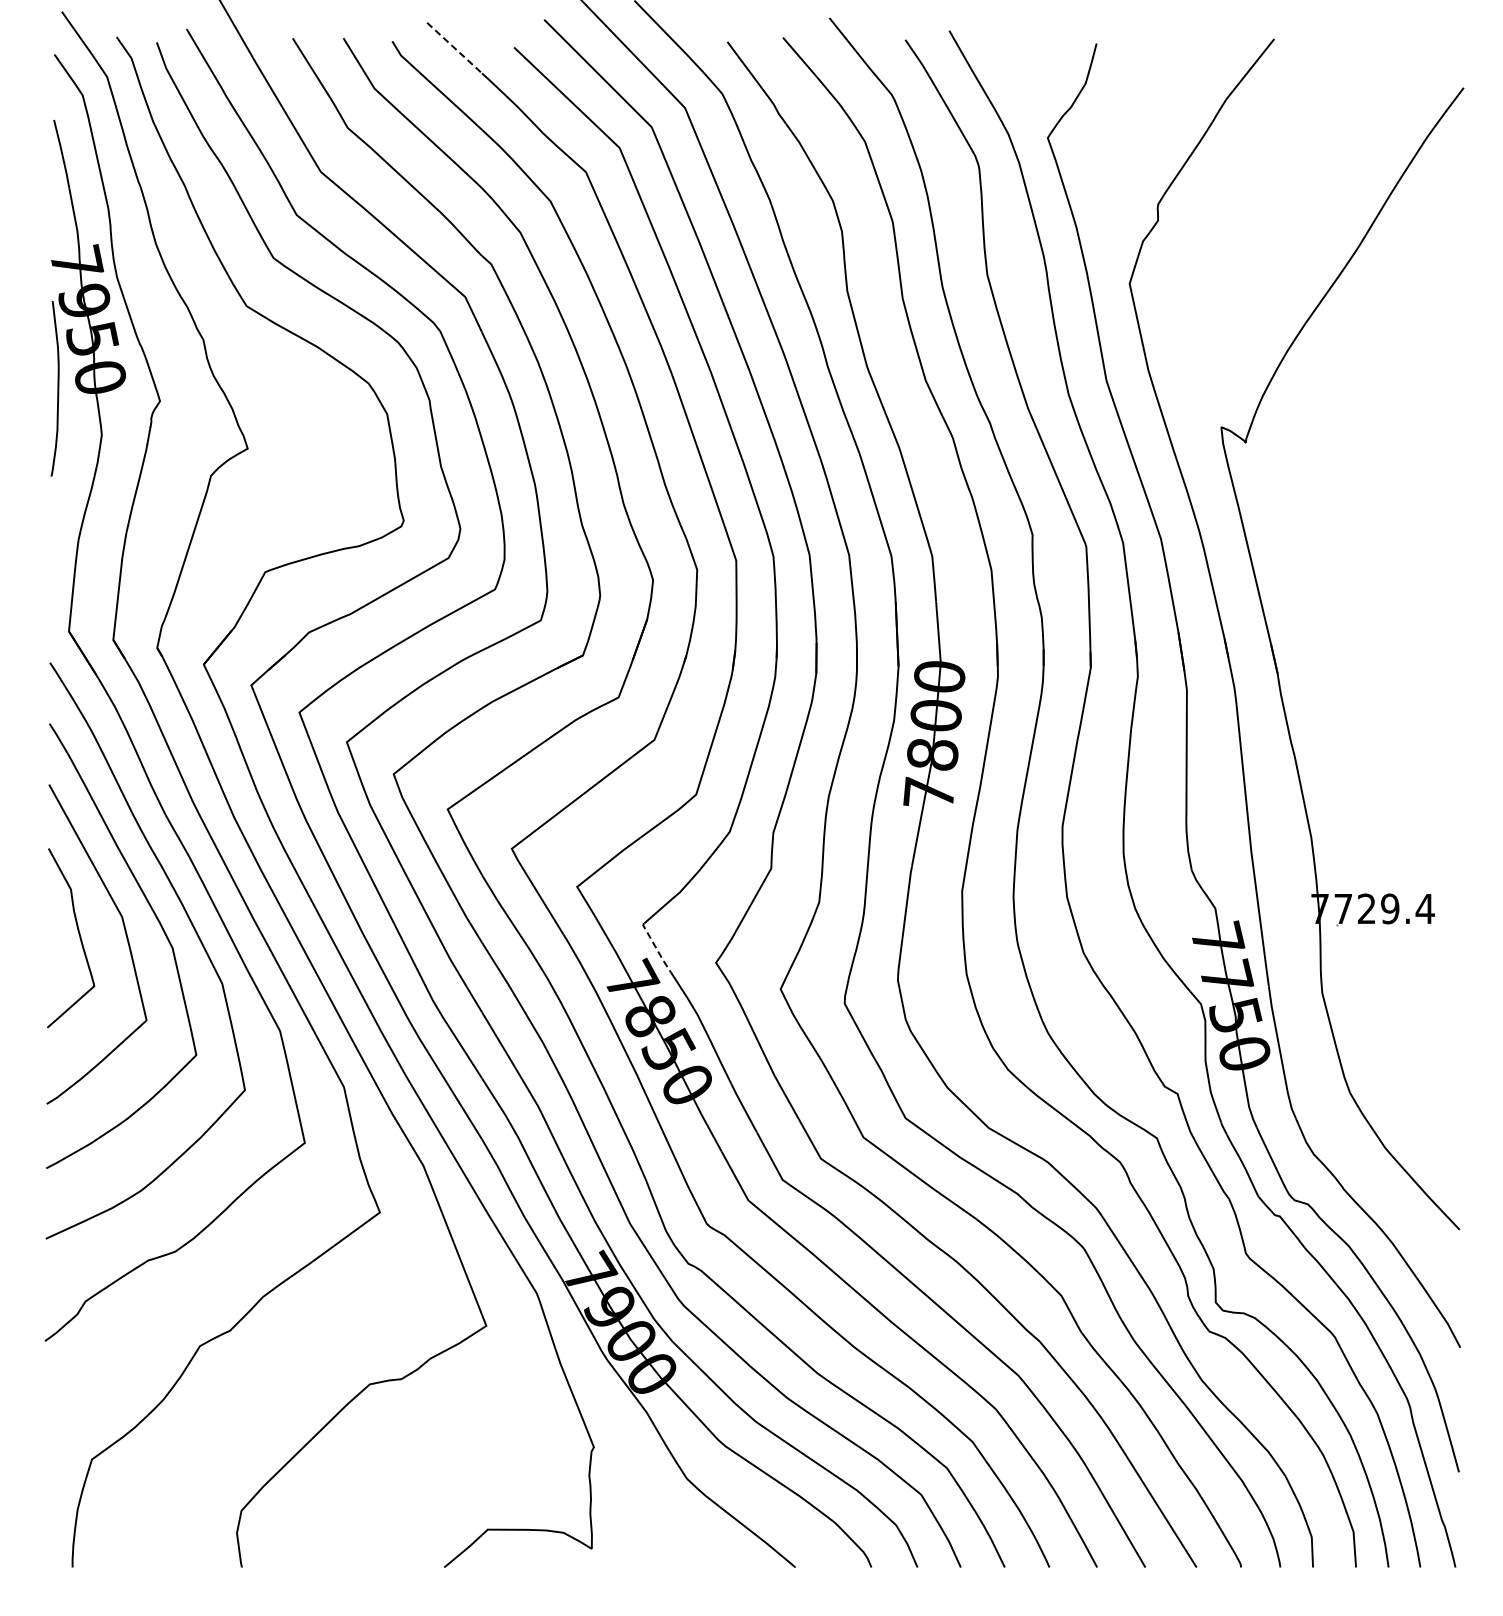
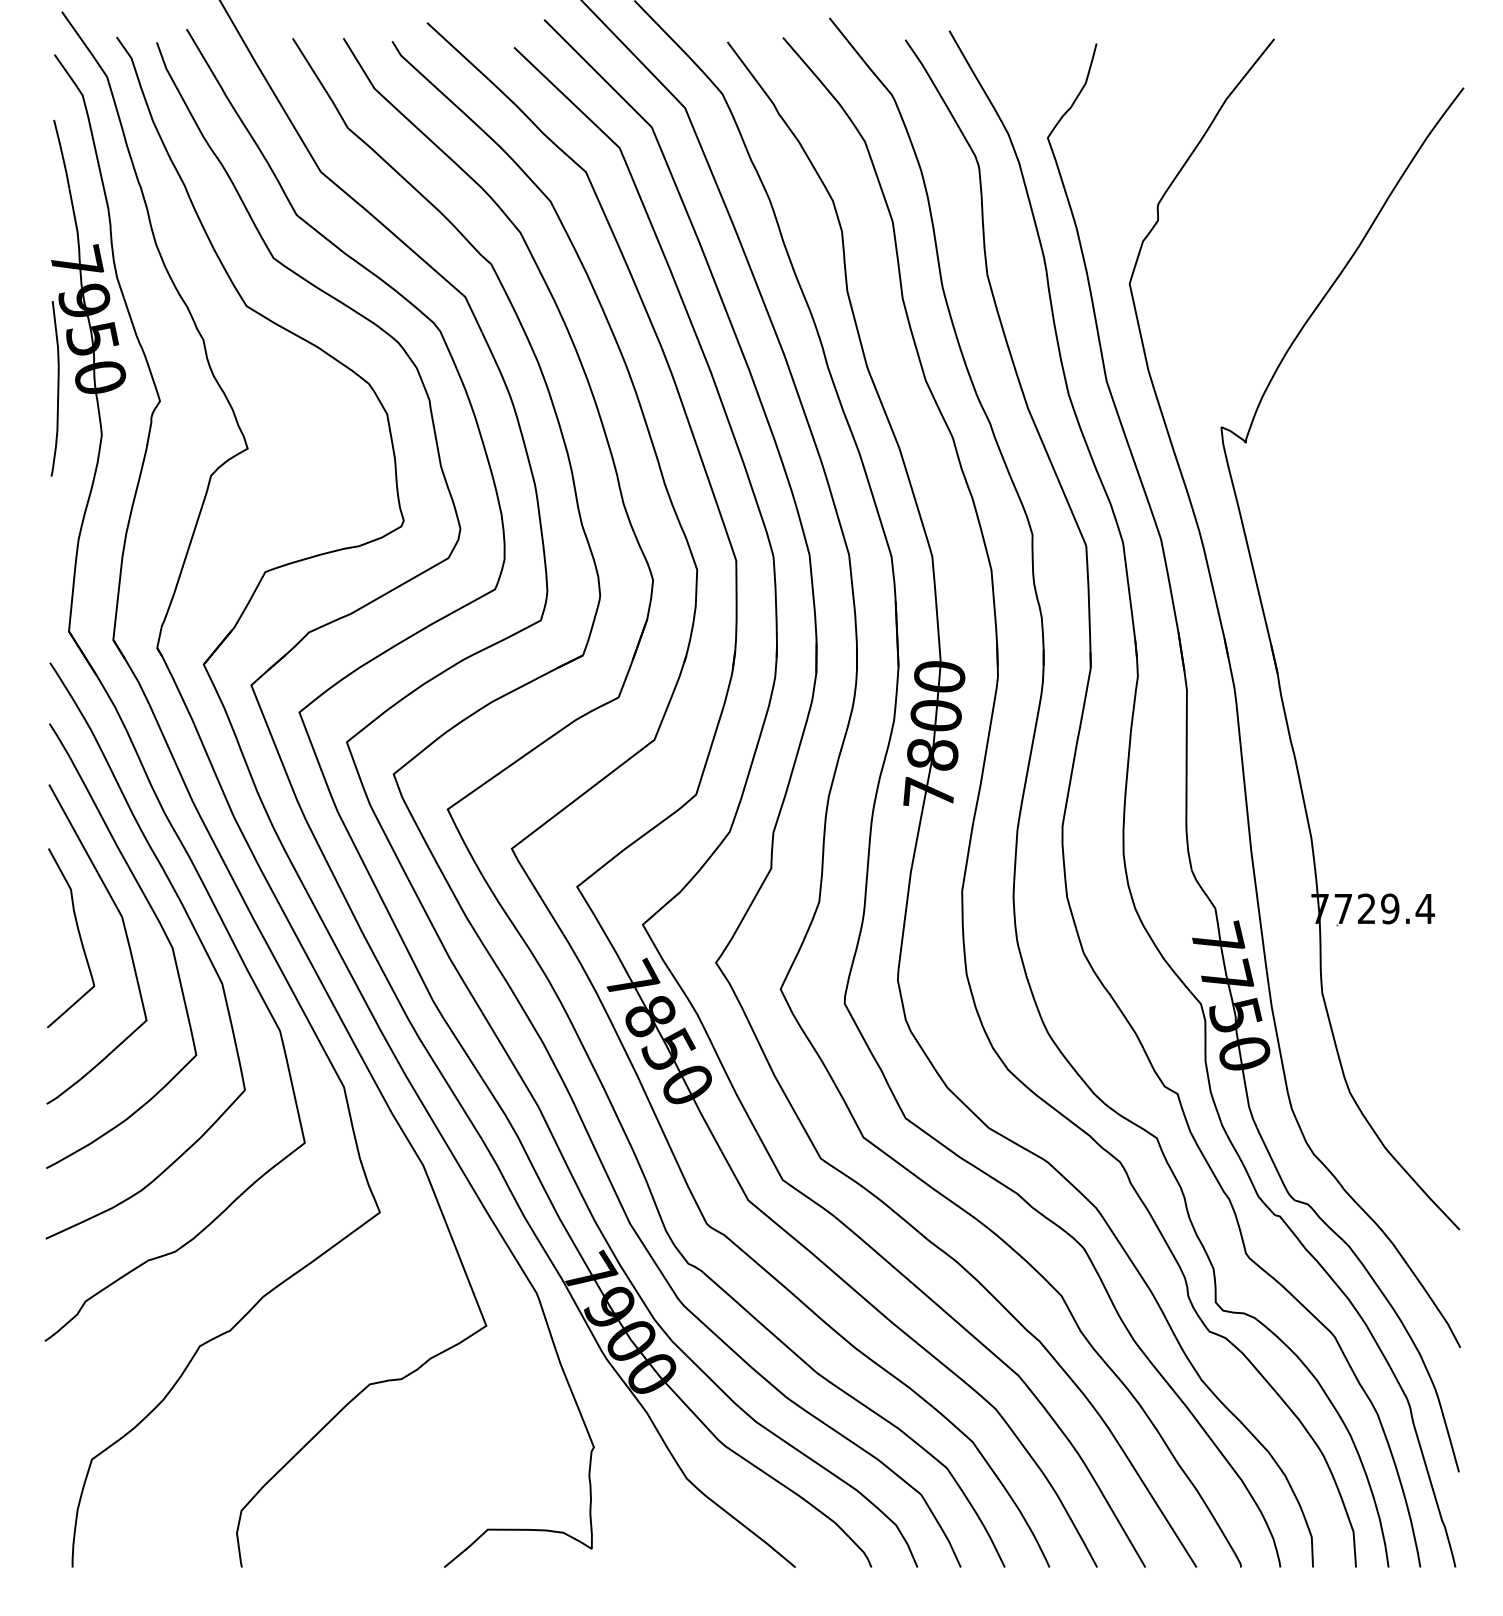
line at (454, 48): dashed -> solid
line at (656, 948): dashed -> solid
